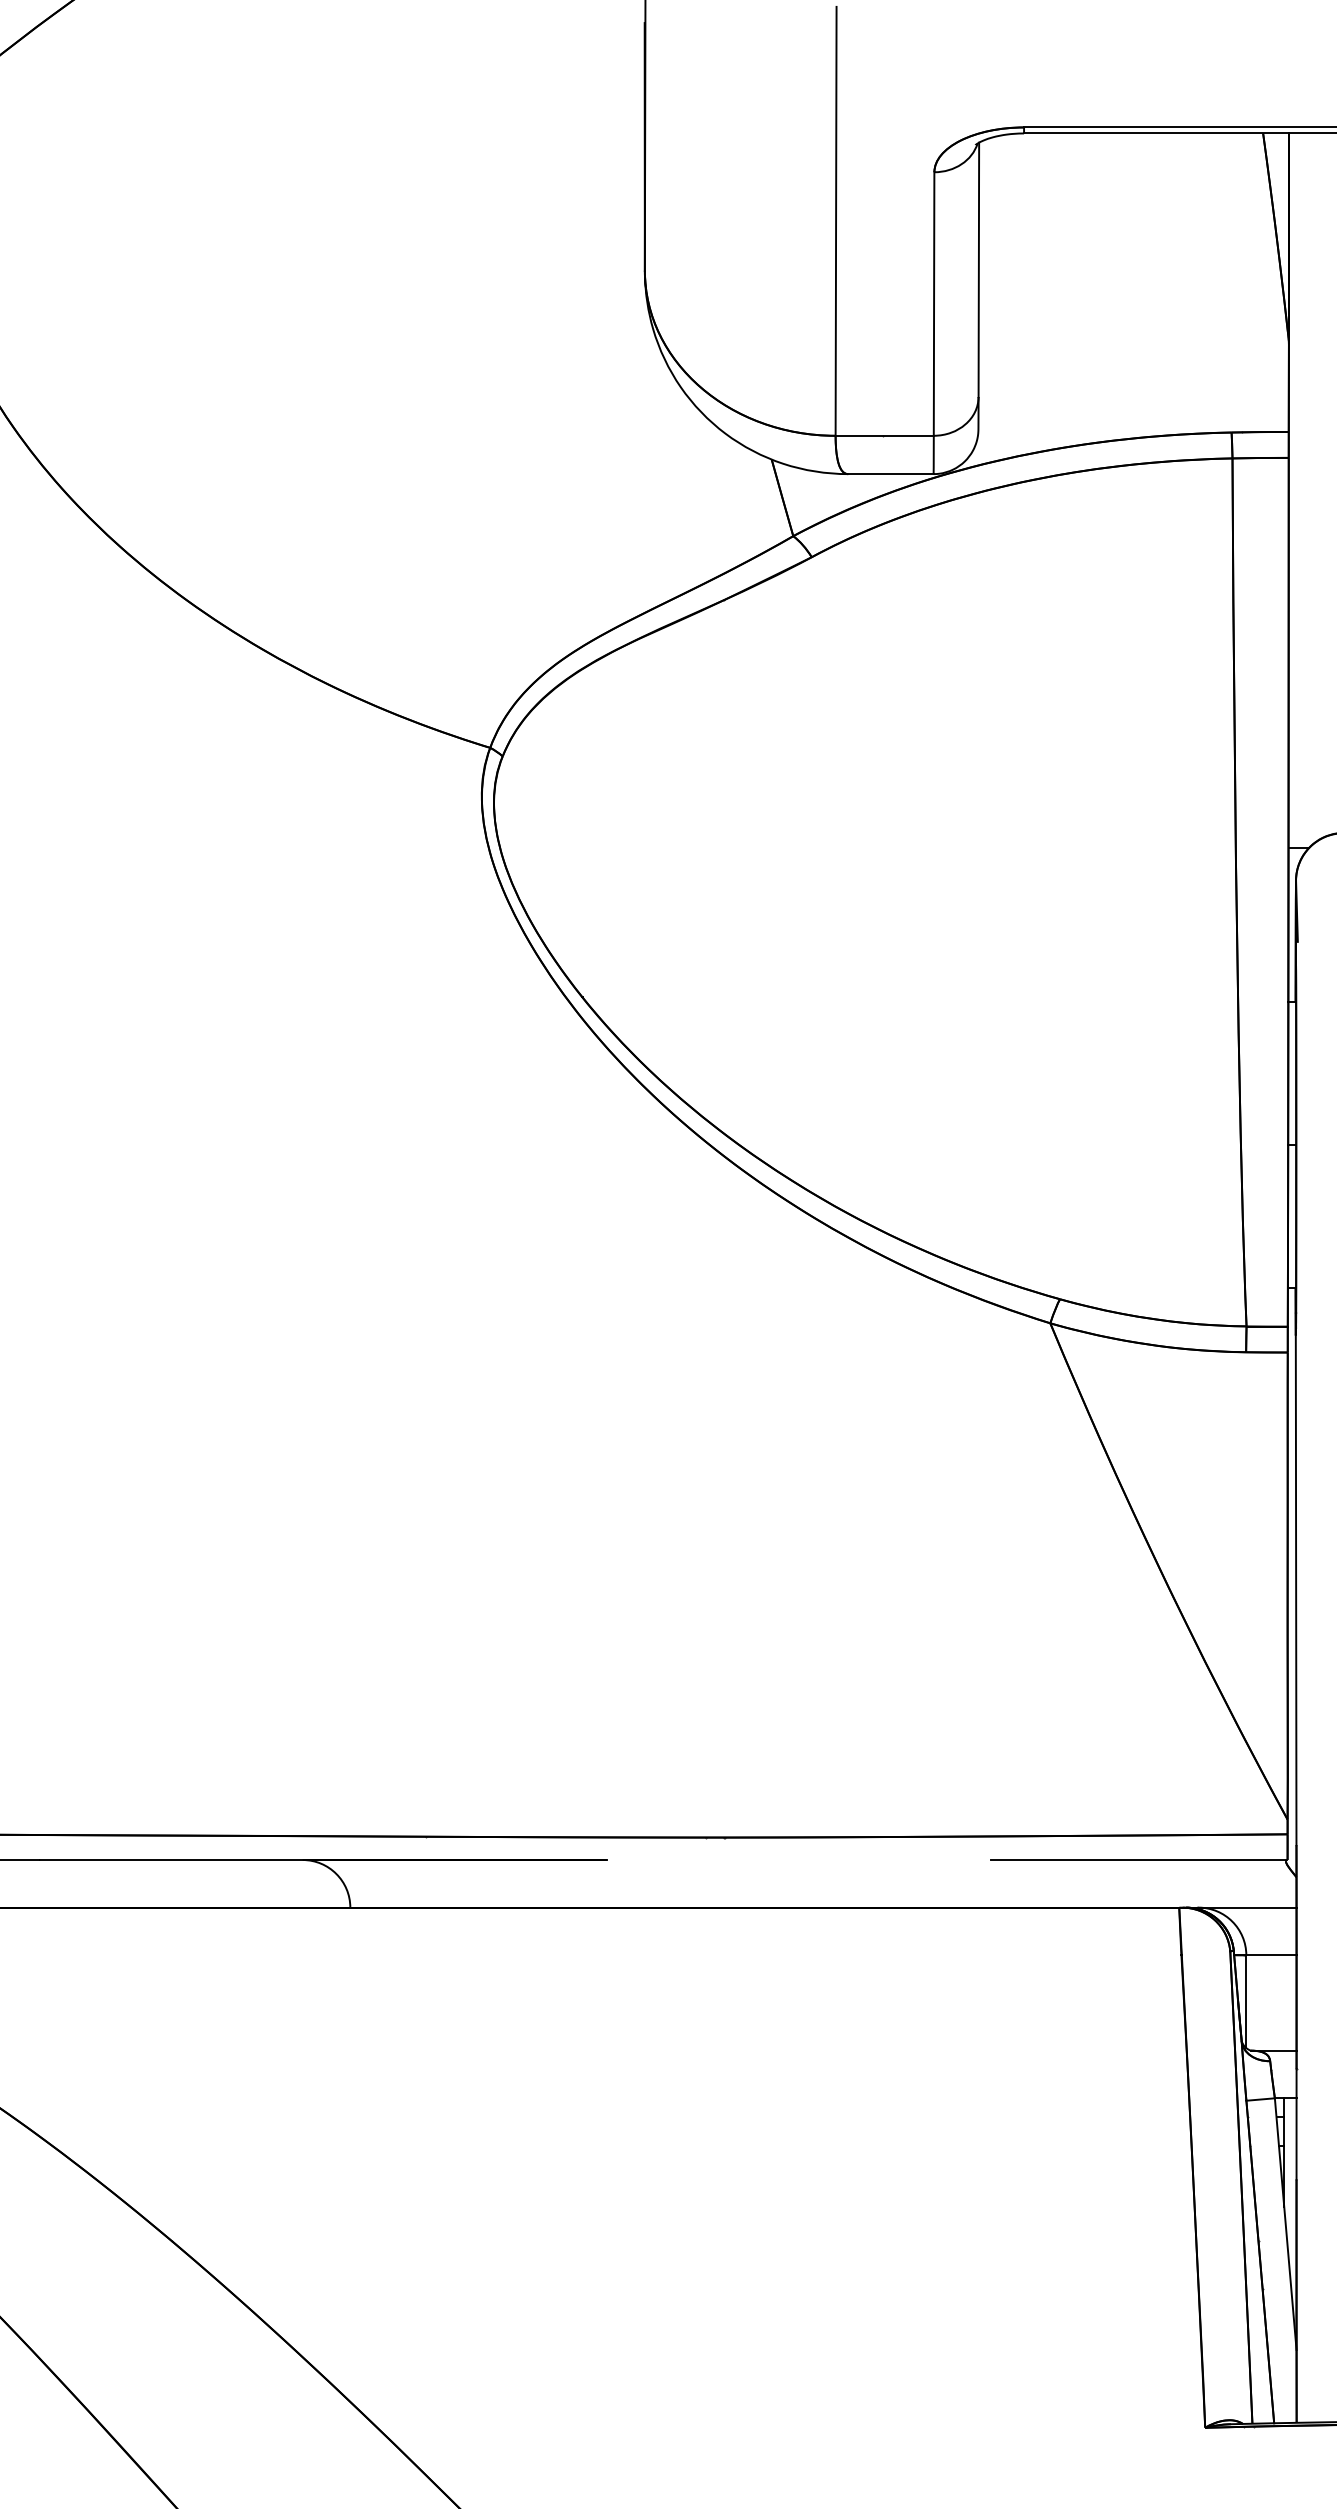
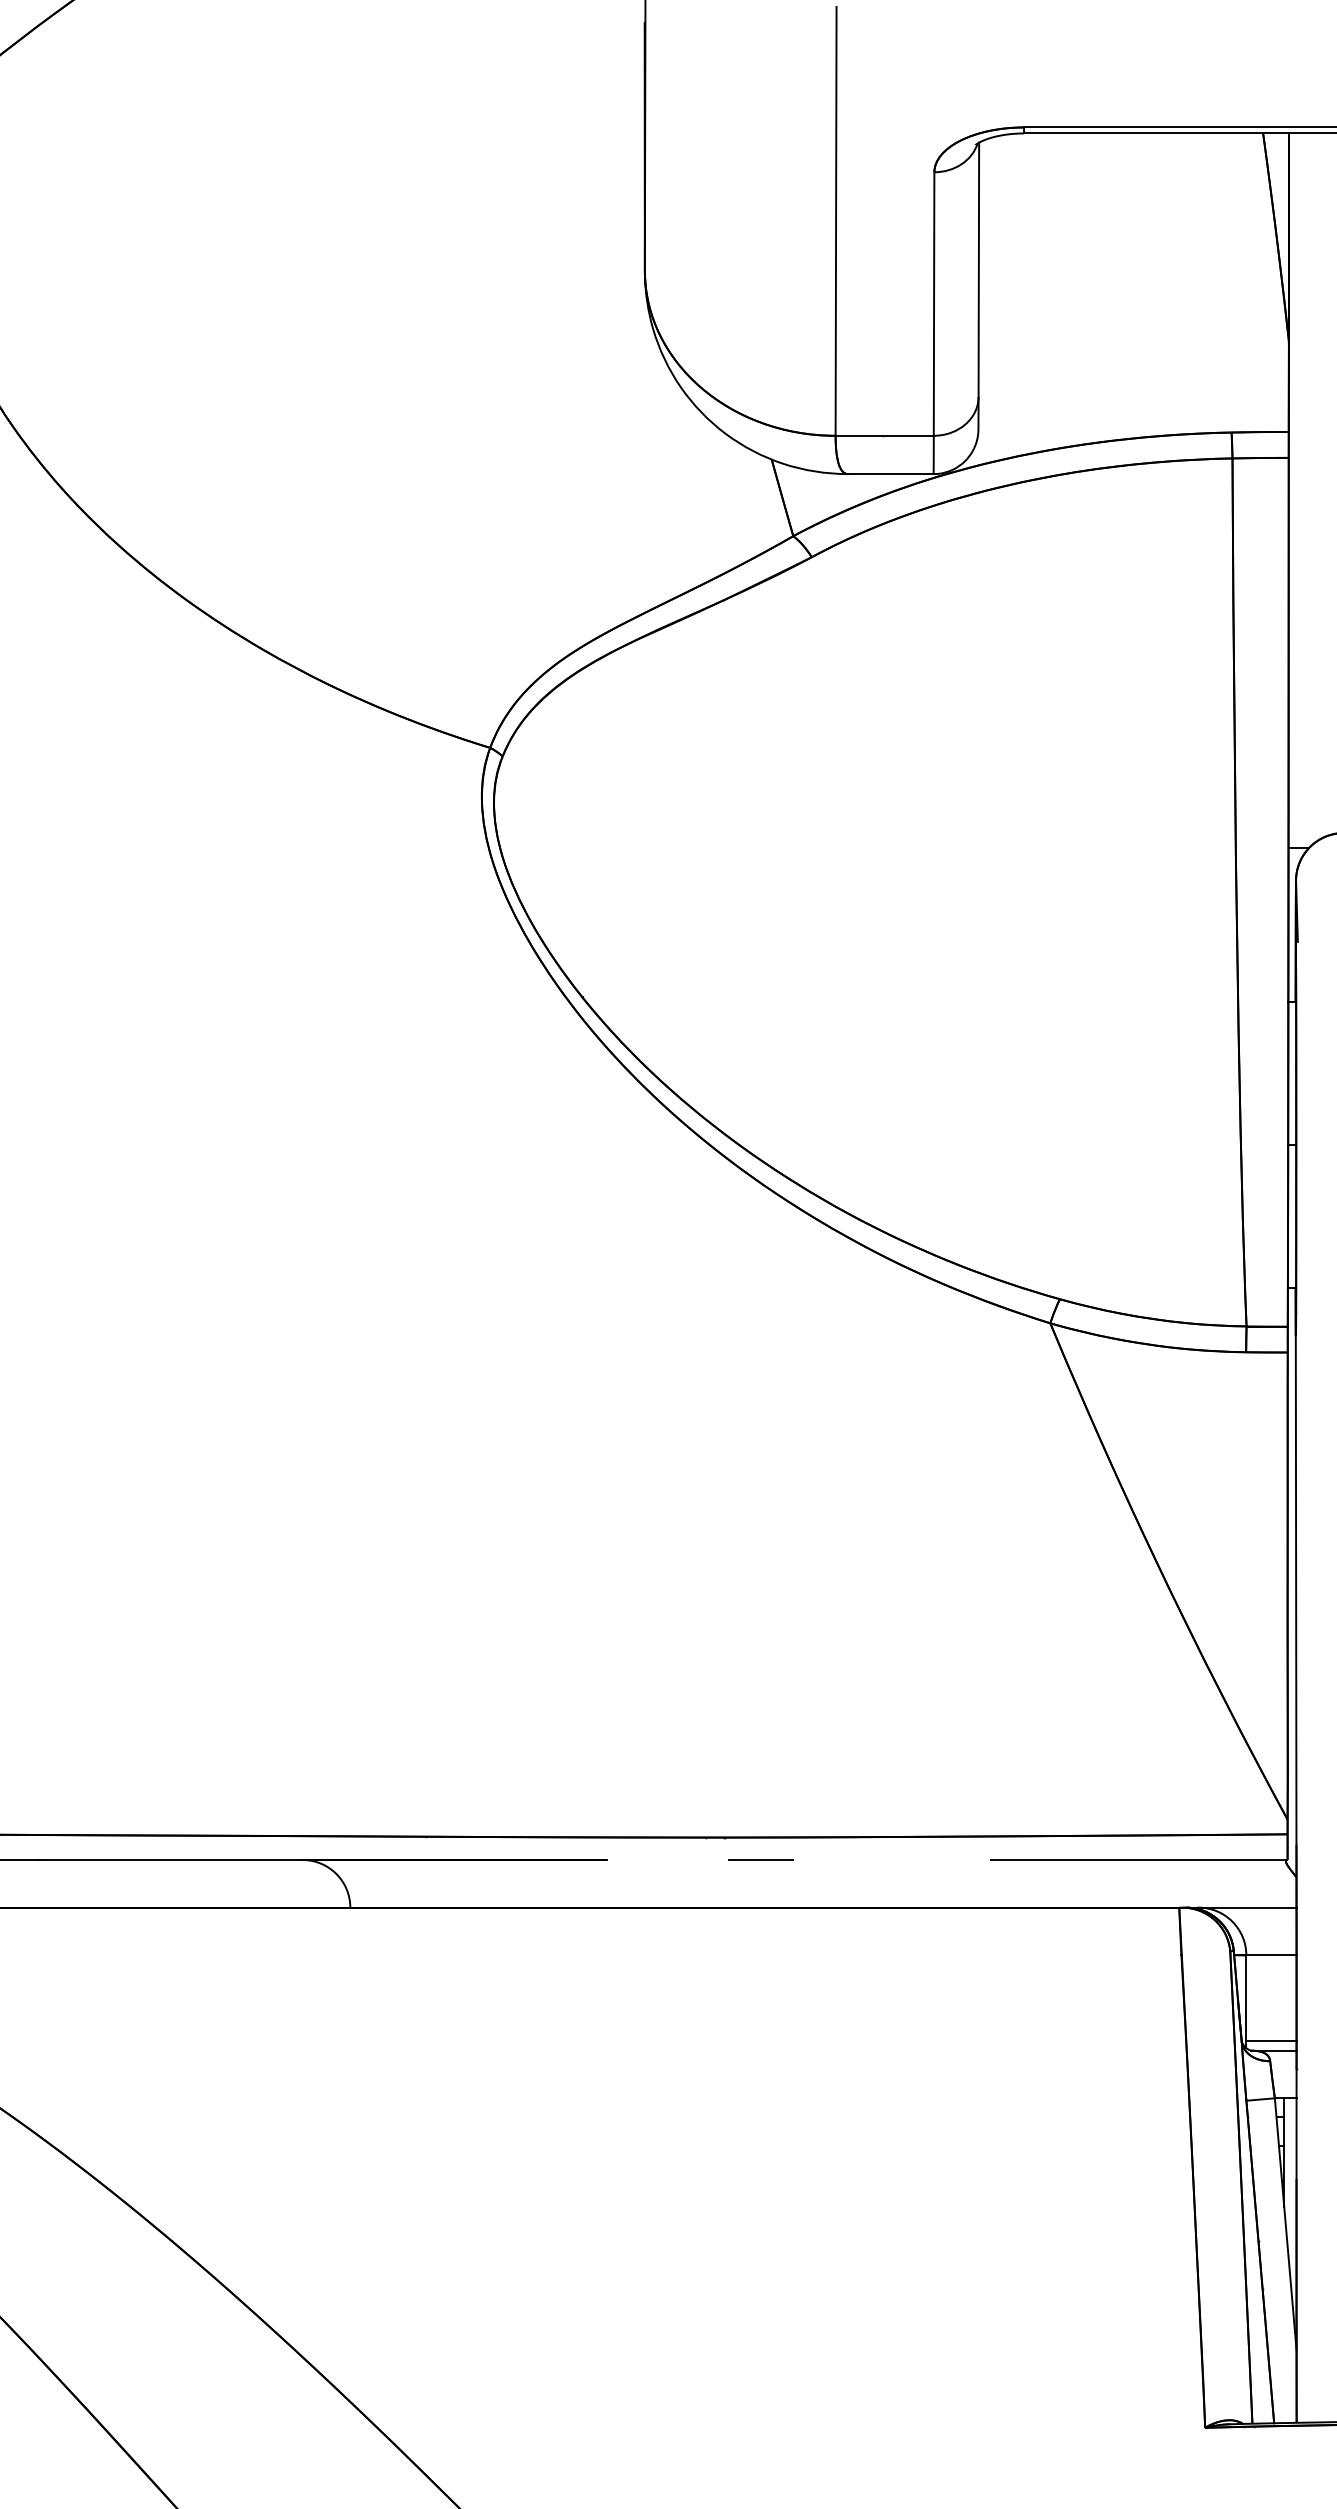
line at (760, 1859): none -> present
line at (1271, 2041): none -> present
